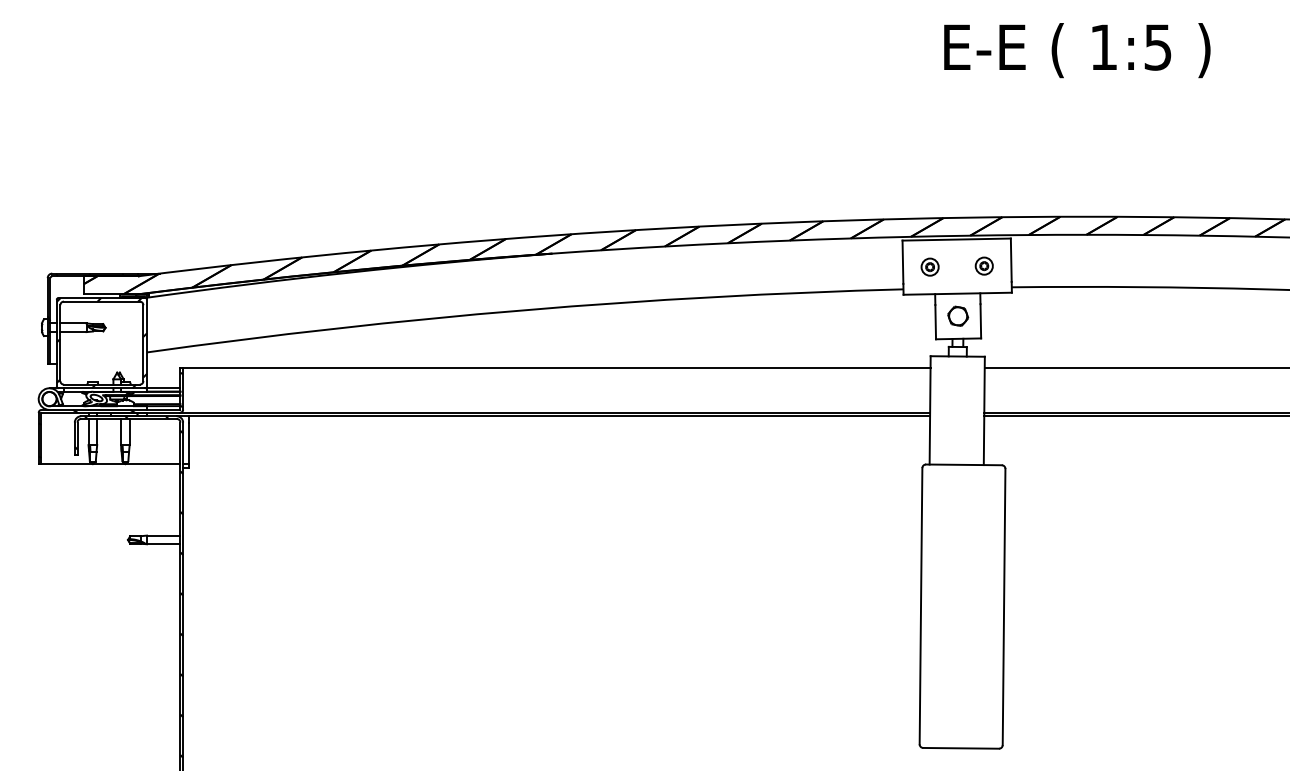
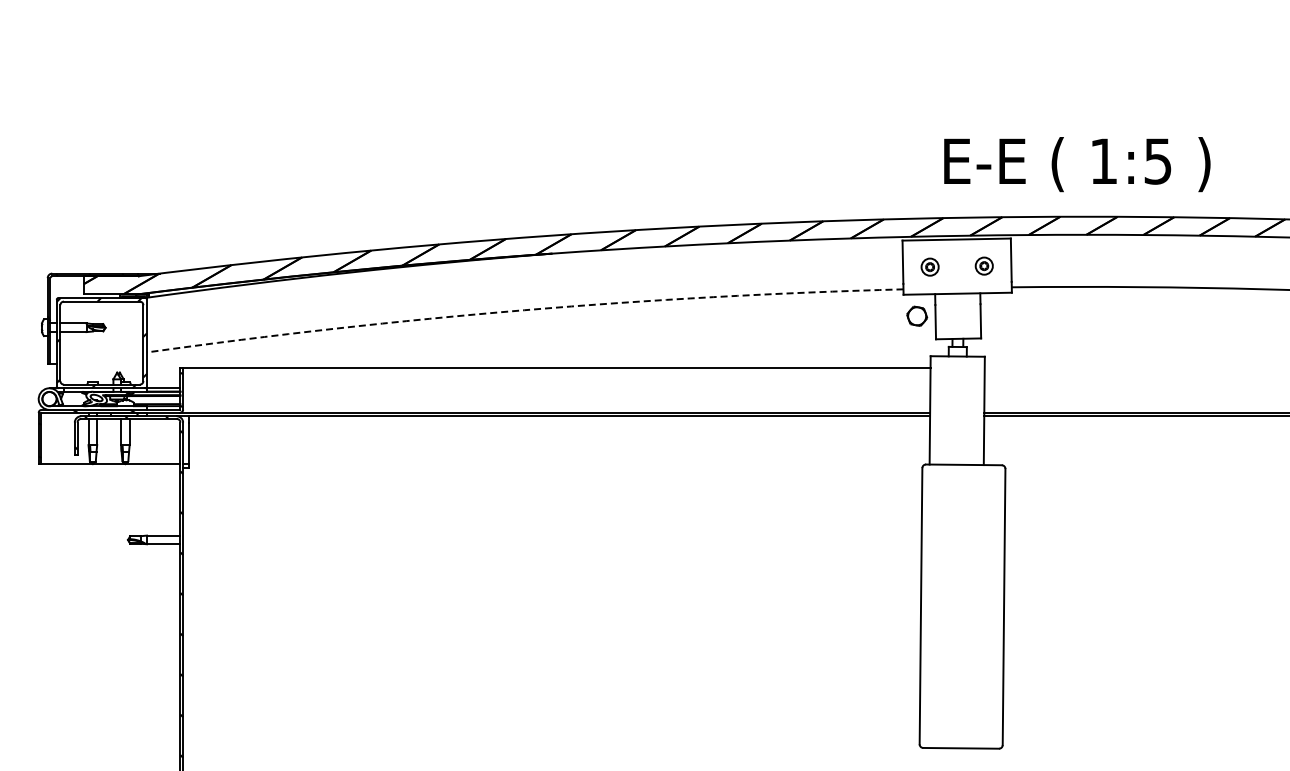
text at (1077, 50) position: (1077, 50) -> (1077, 164)
arc at (524, 310): solid -> dashed
part at (958, 315) position: (958, 315) -> (917, 315)
line at (1135, 367): present -> none
